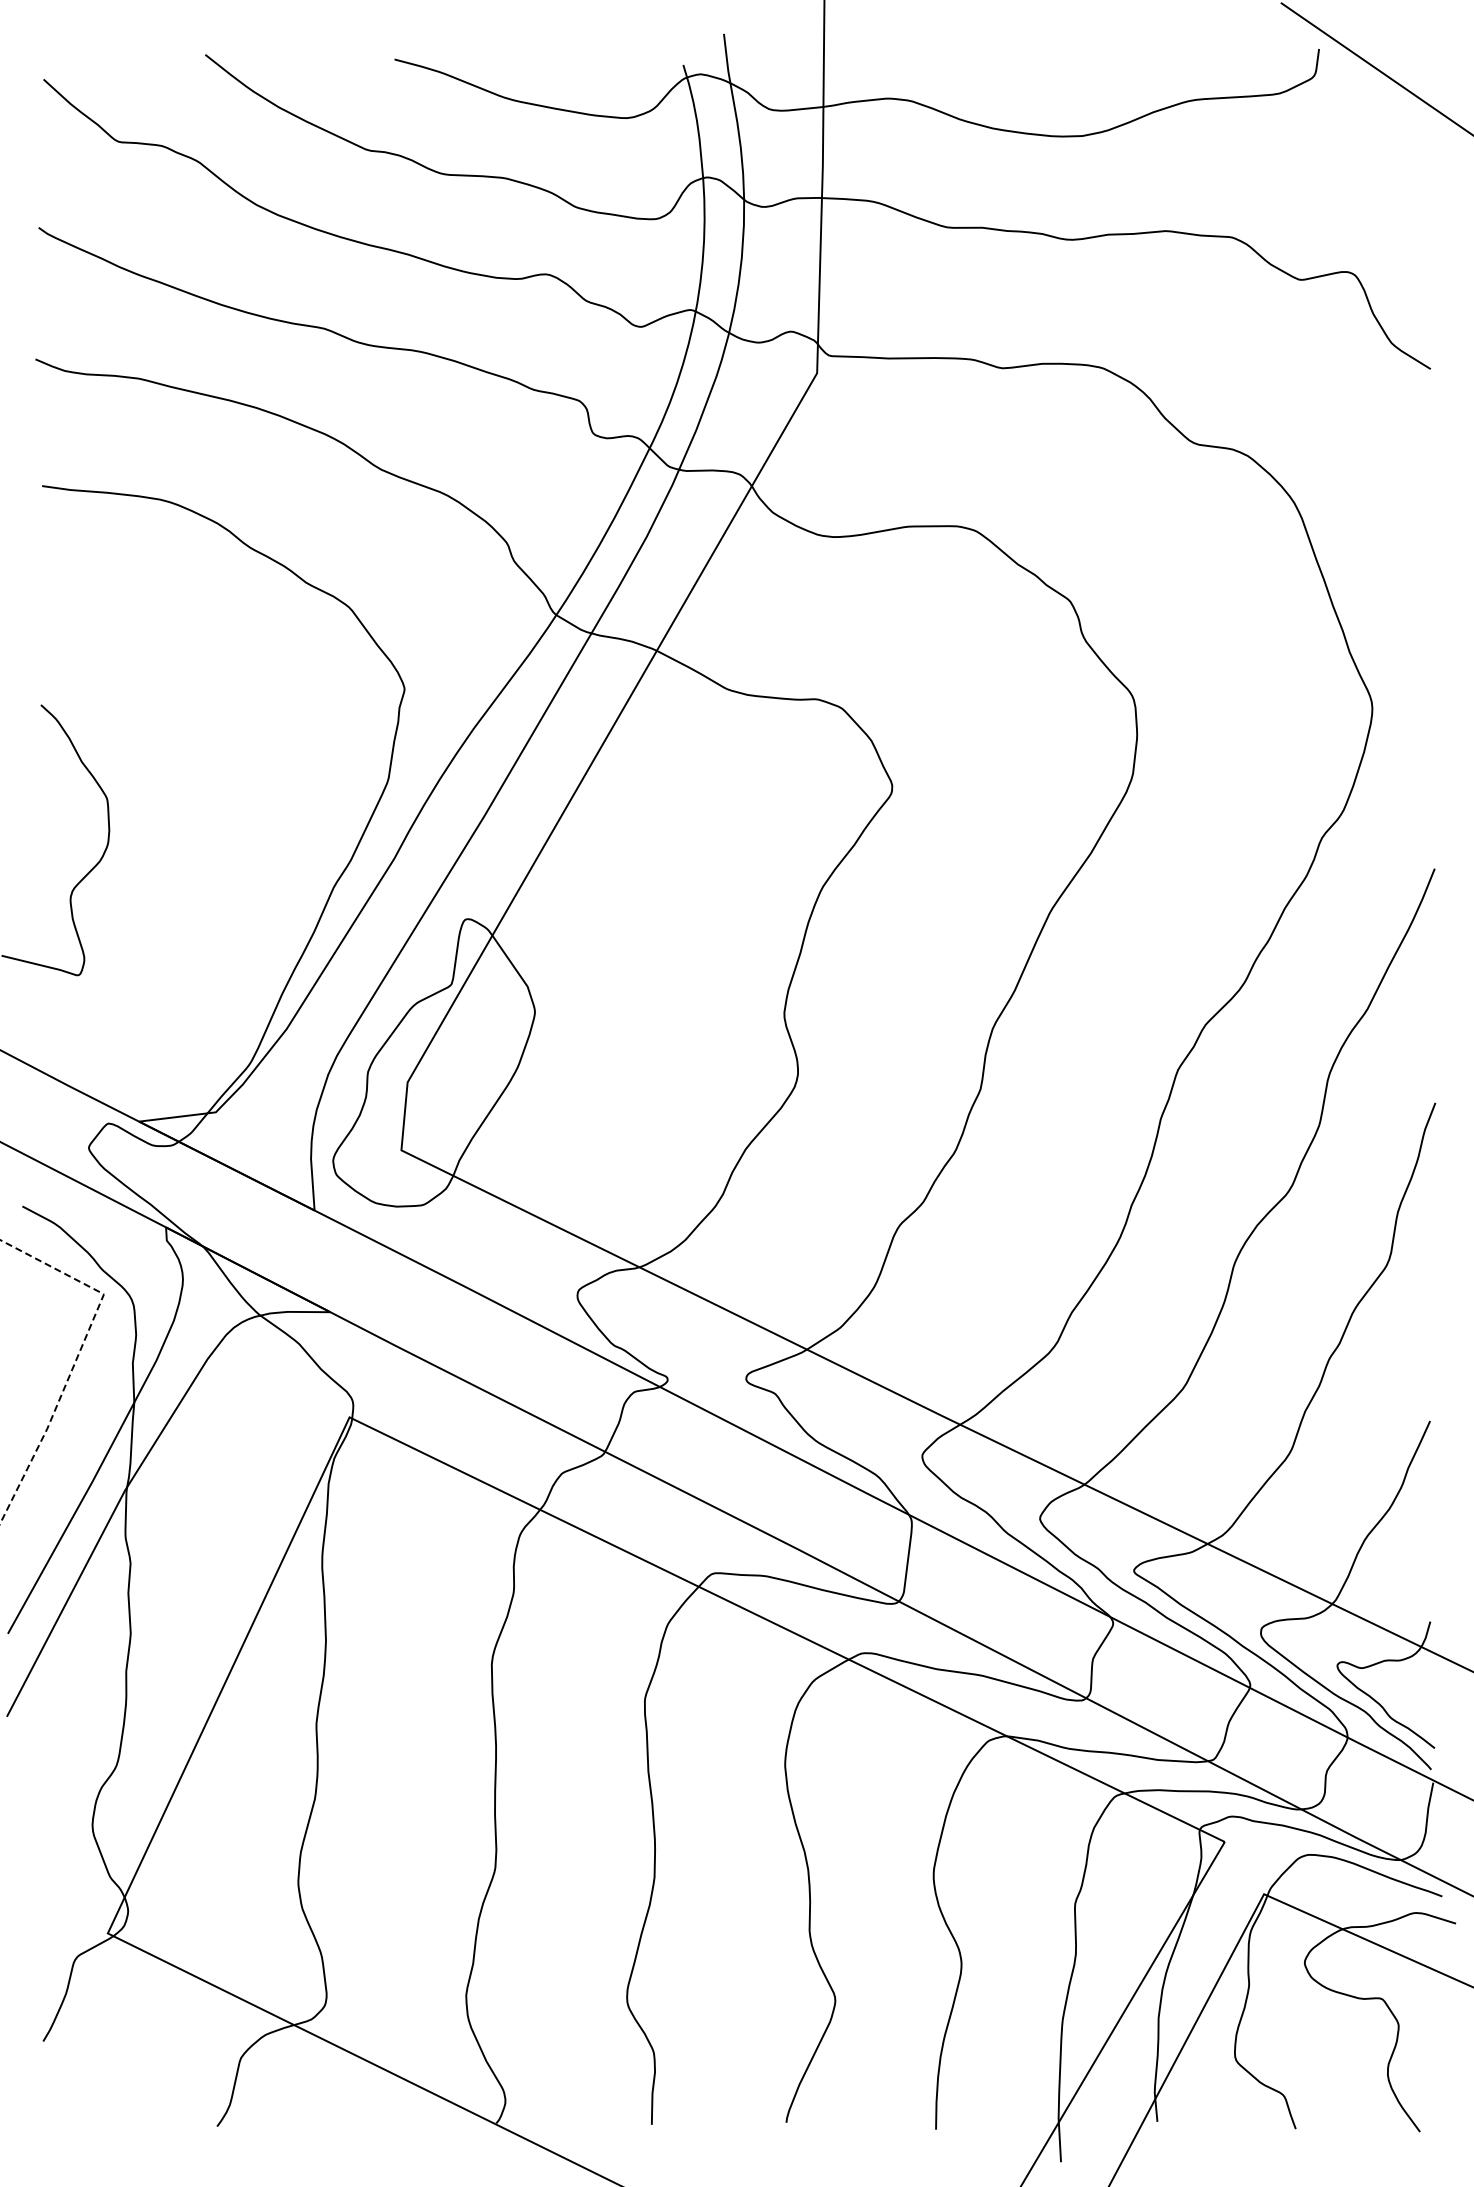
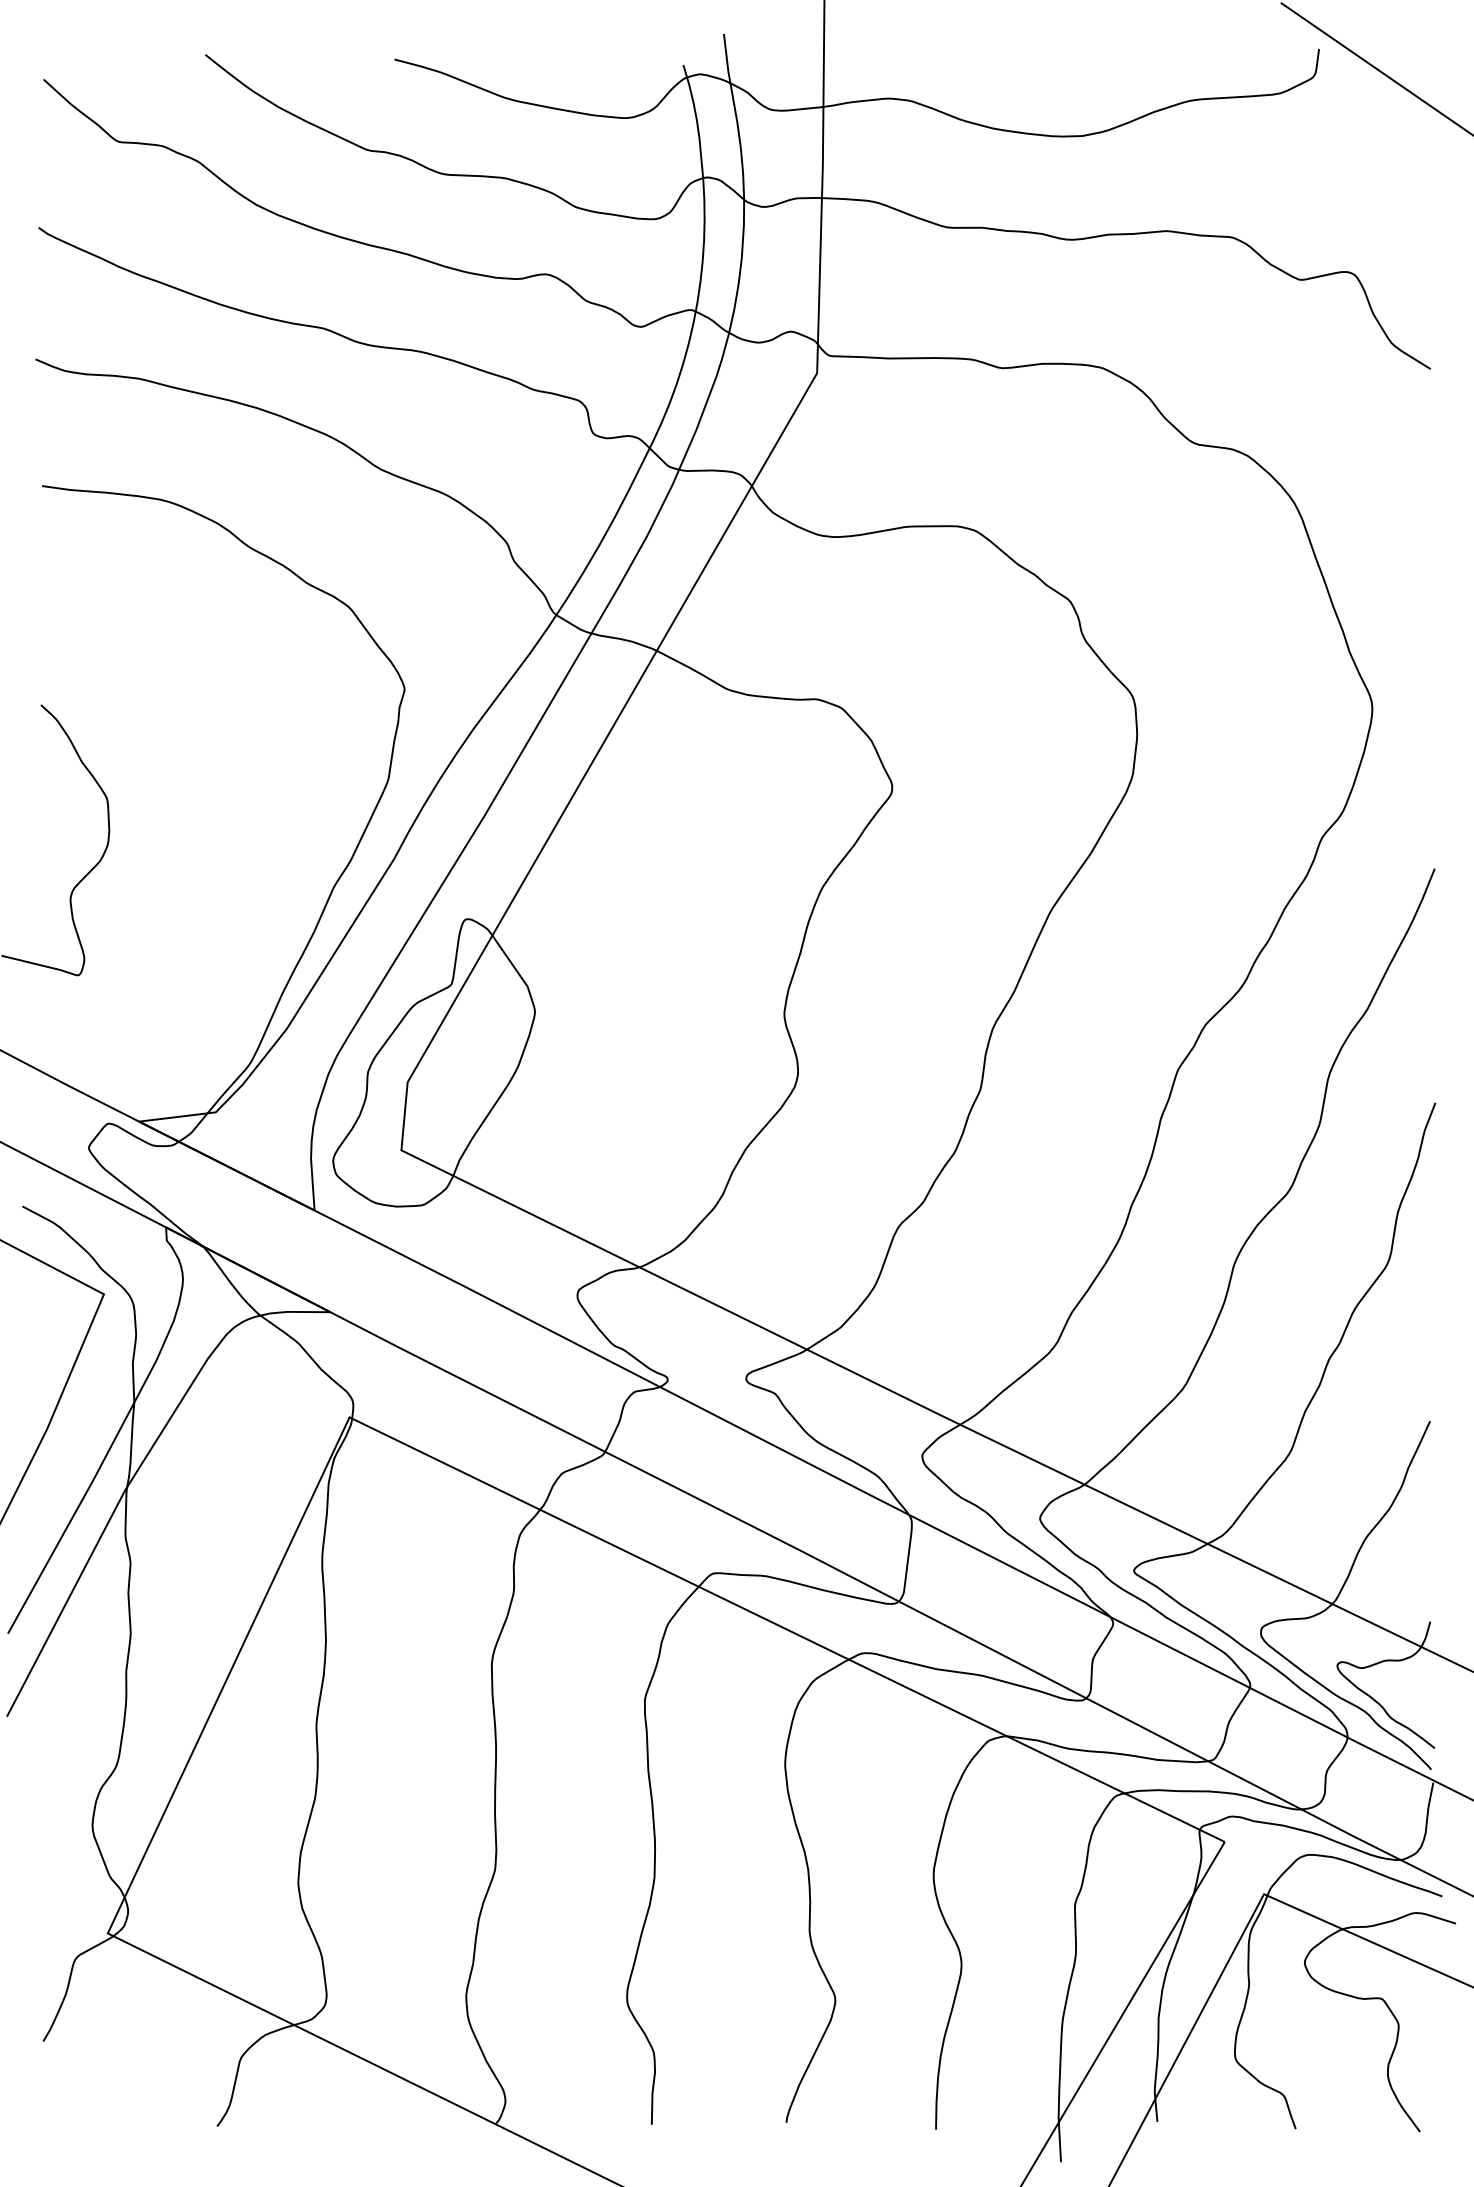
line at (77, 1356): dashed -> solid
